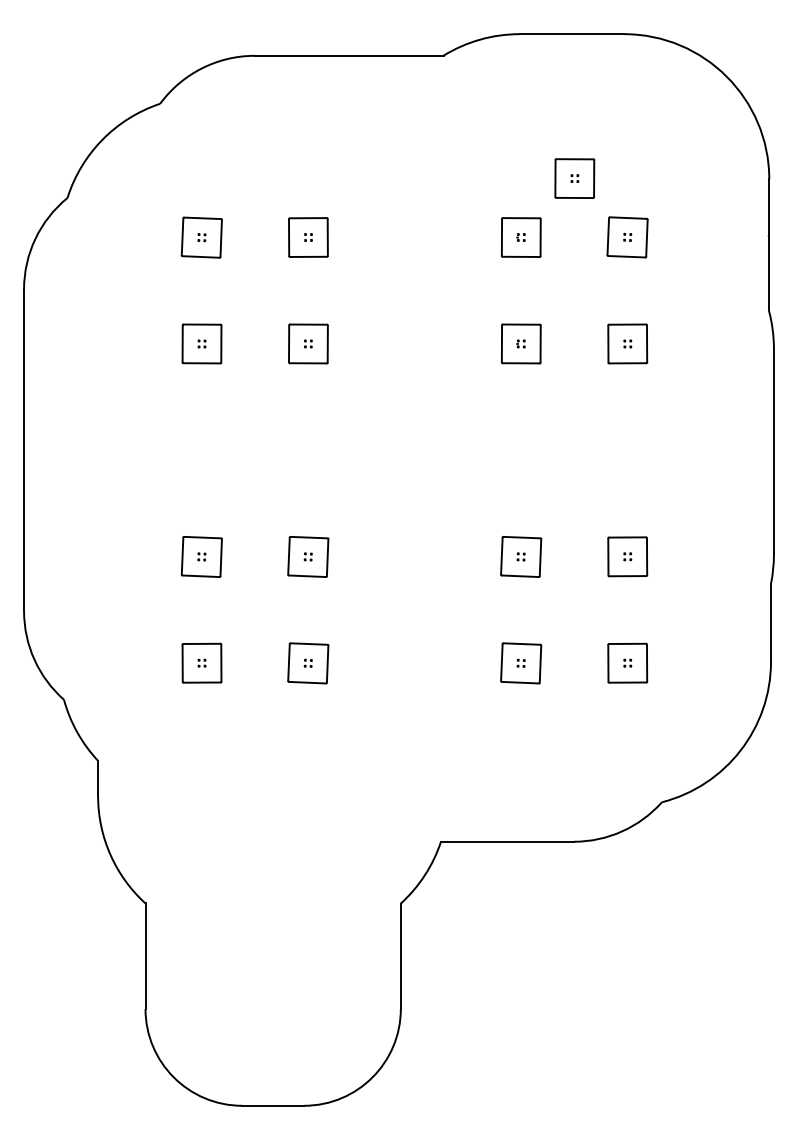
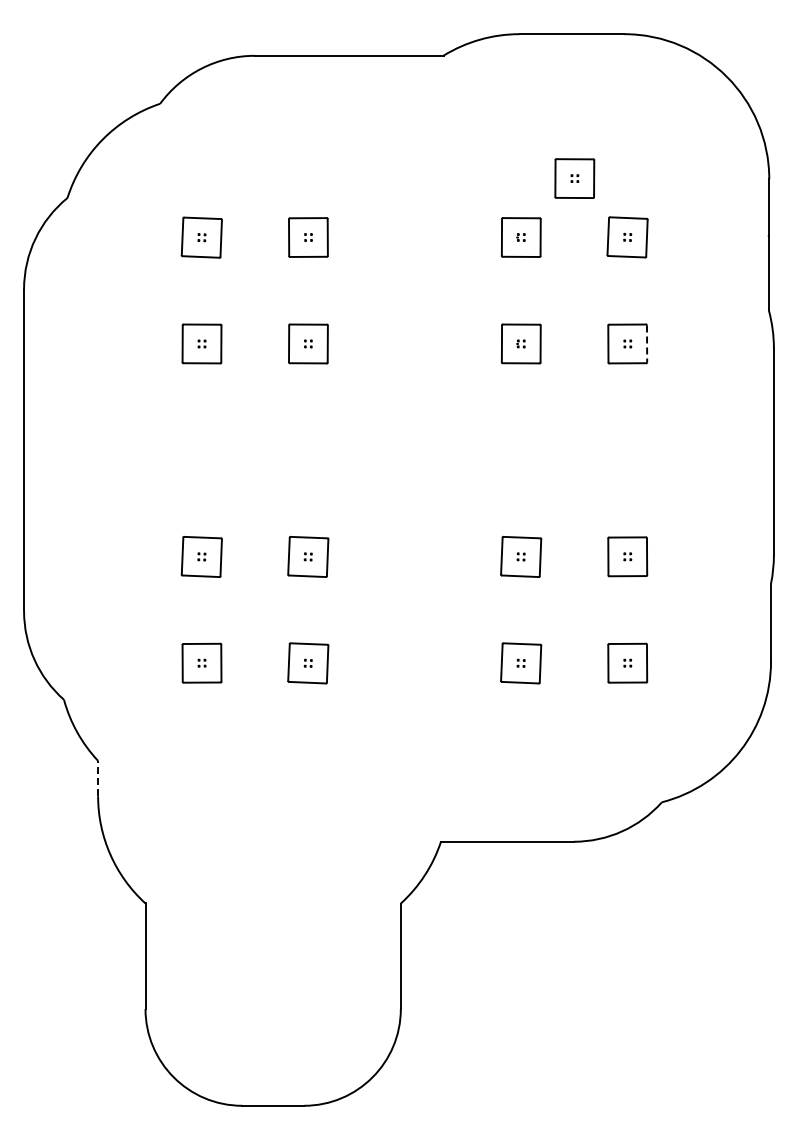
line at (647, 344): solid -> dashed
line at (98, 778): solid -> dashed
